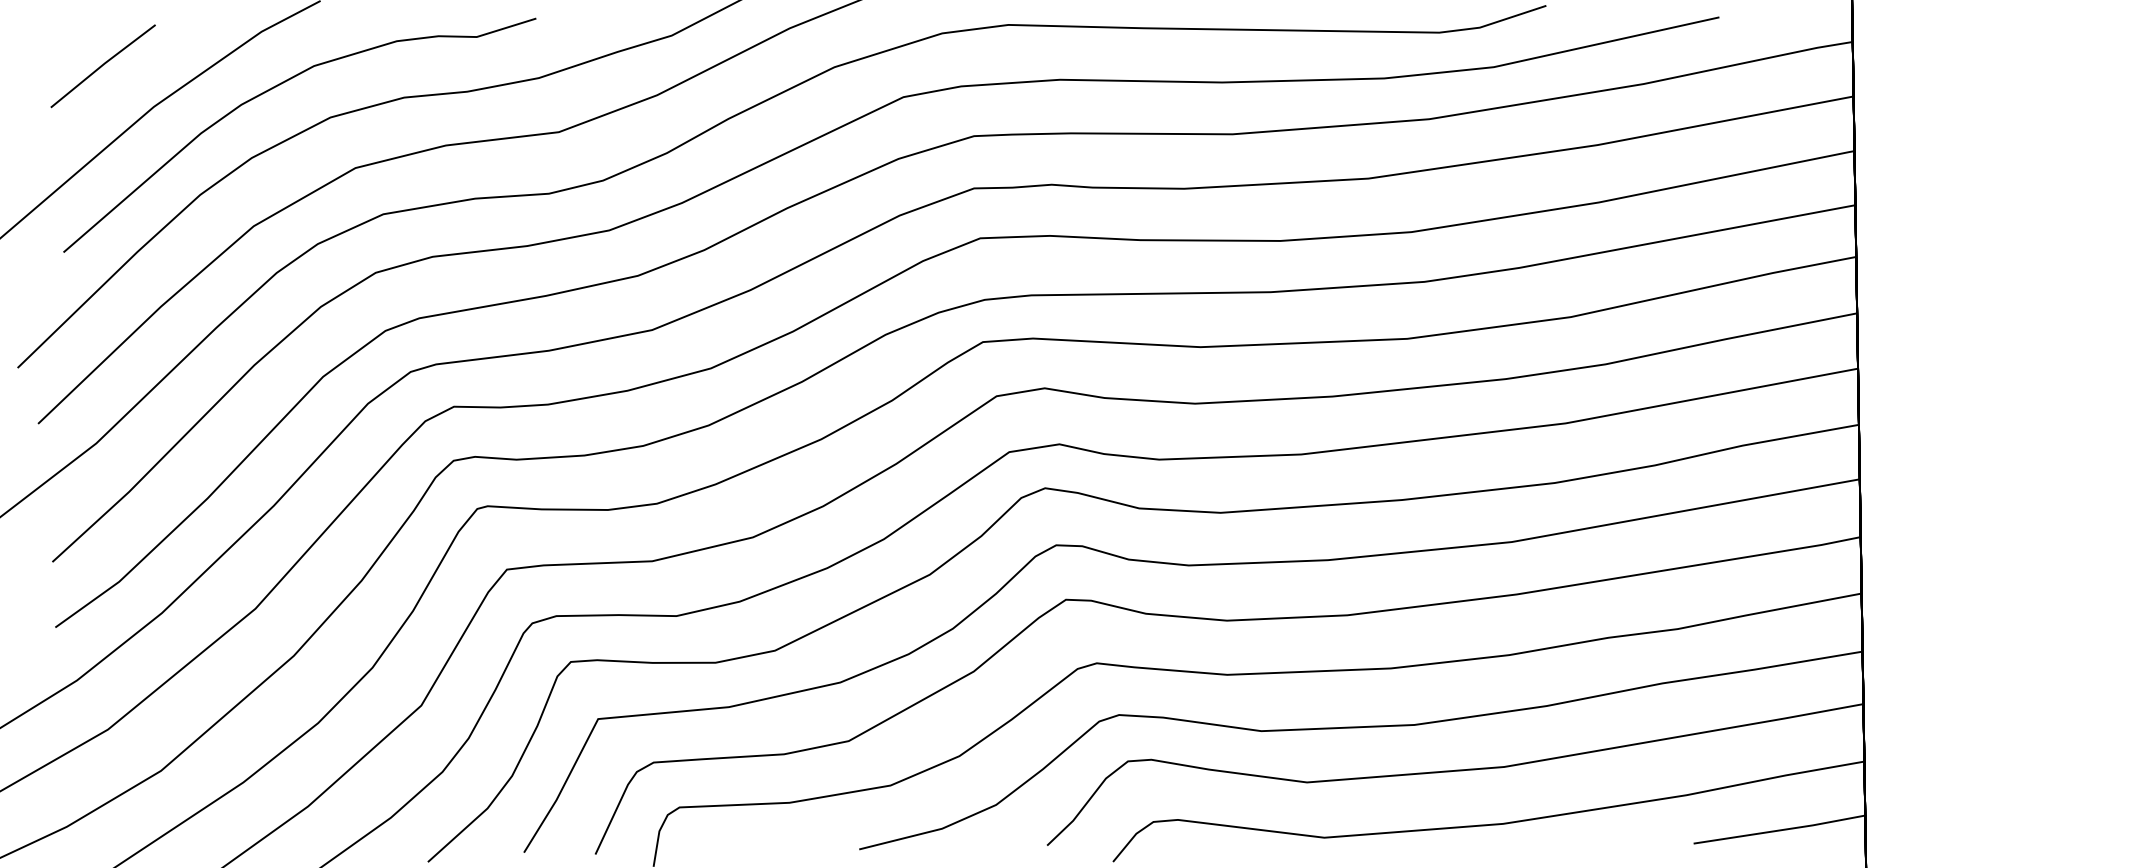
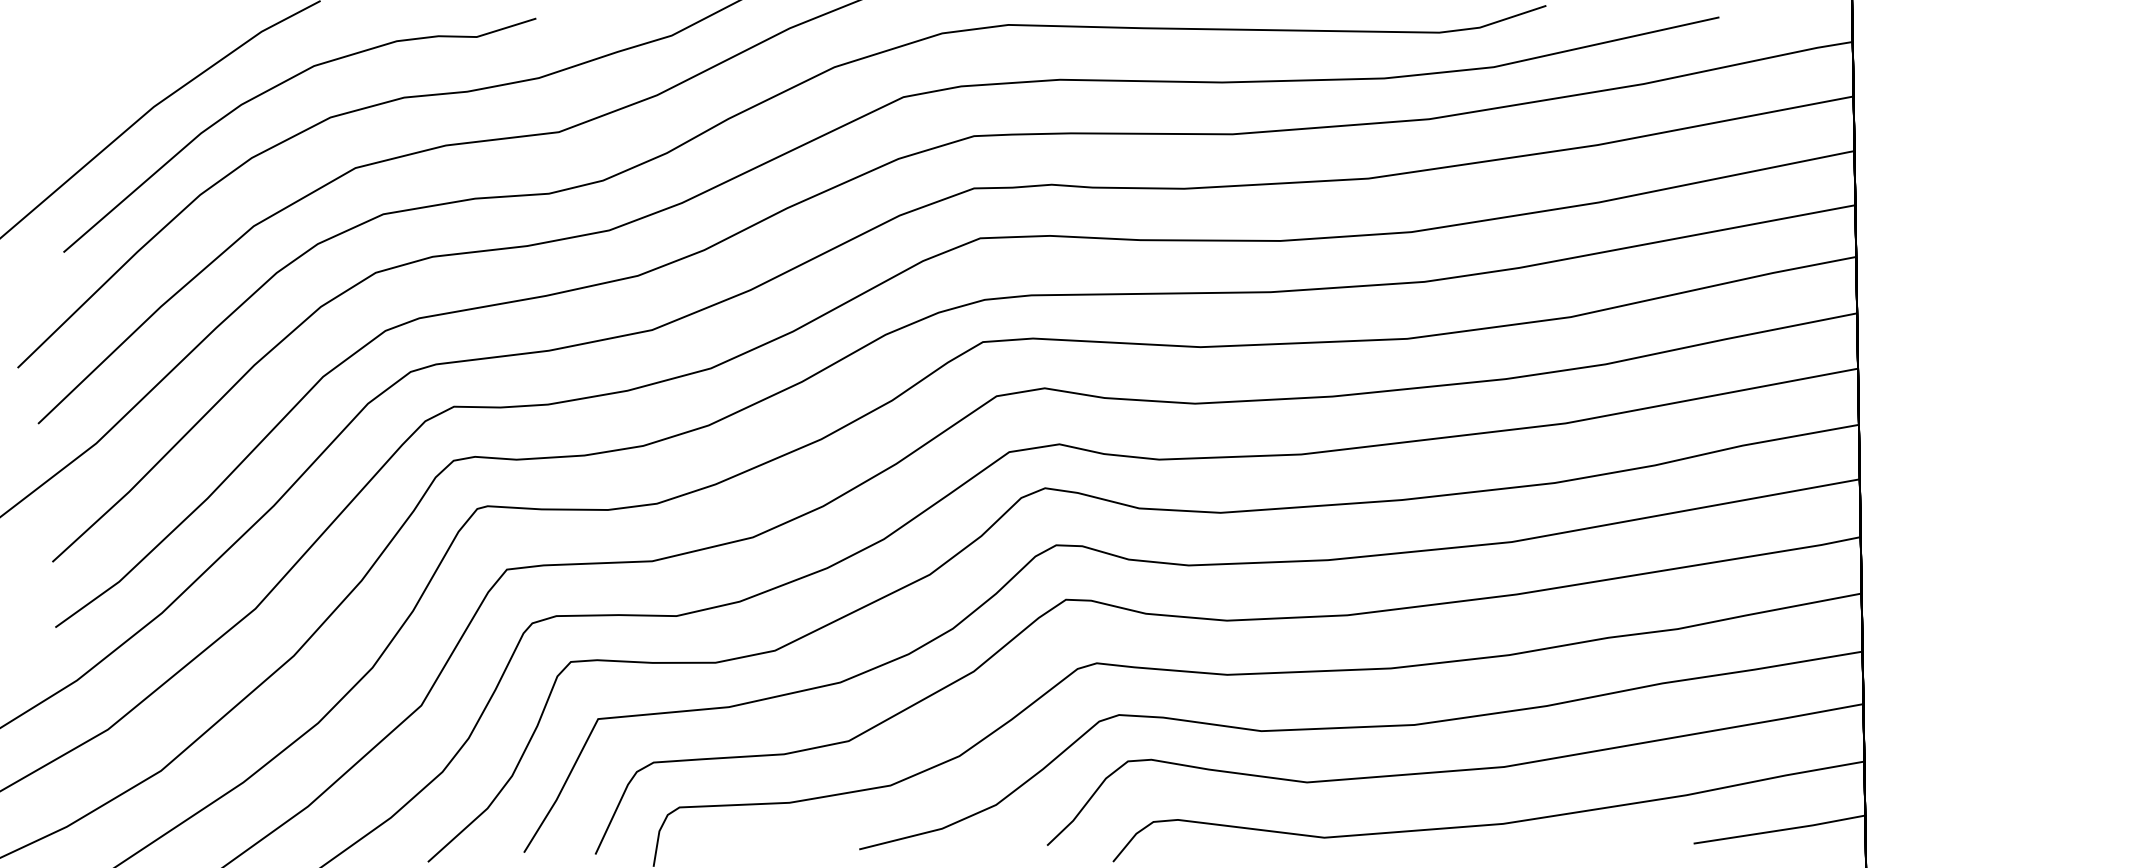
part at (102, 66): present -> none
